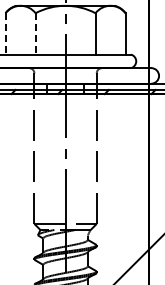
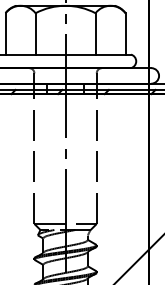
line at (5, 33): dashed -> solid
line at (35, 33): dashed -> solid
